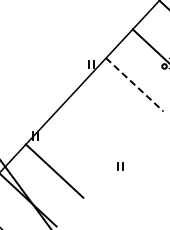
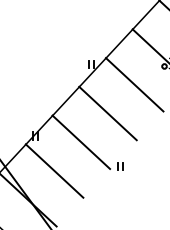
line at (135, 85): dashed -> solid
line at (107, 113): none -> present
line at (81, 141): none -> present
